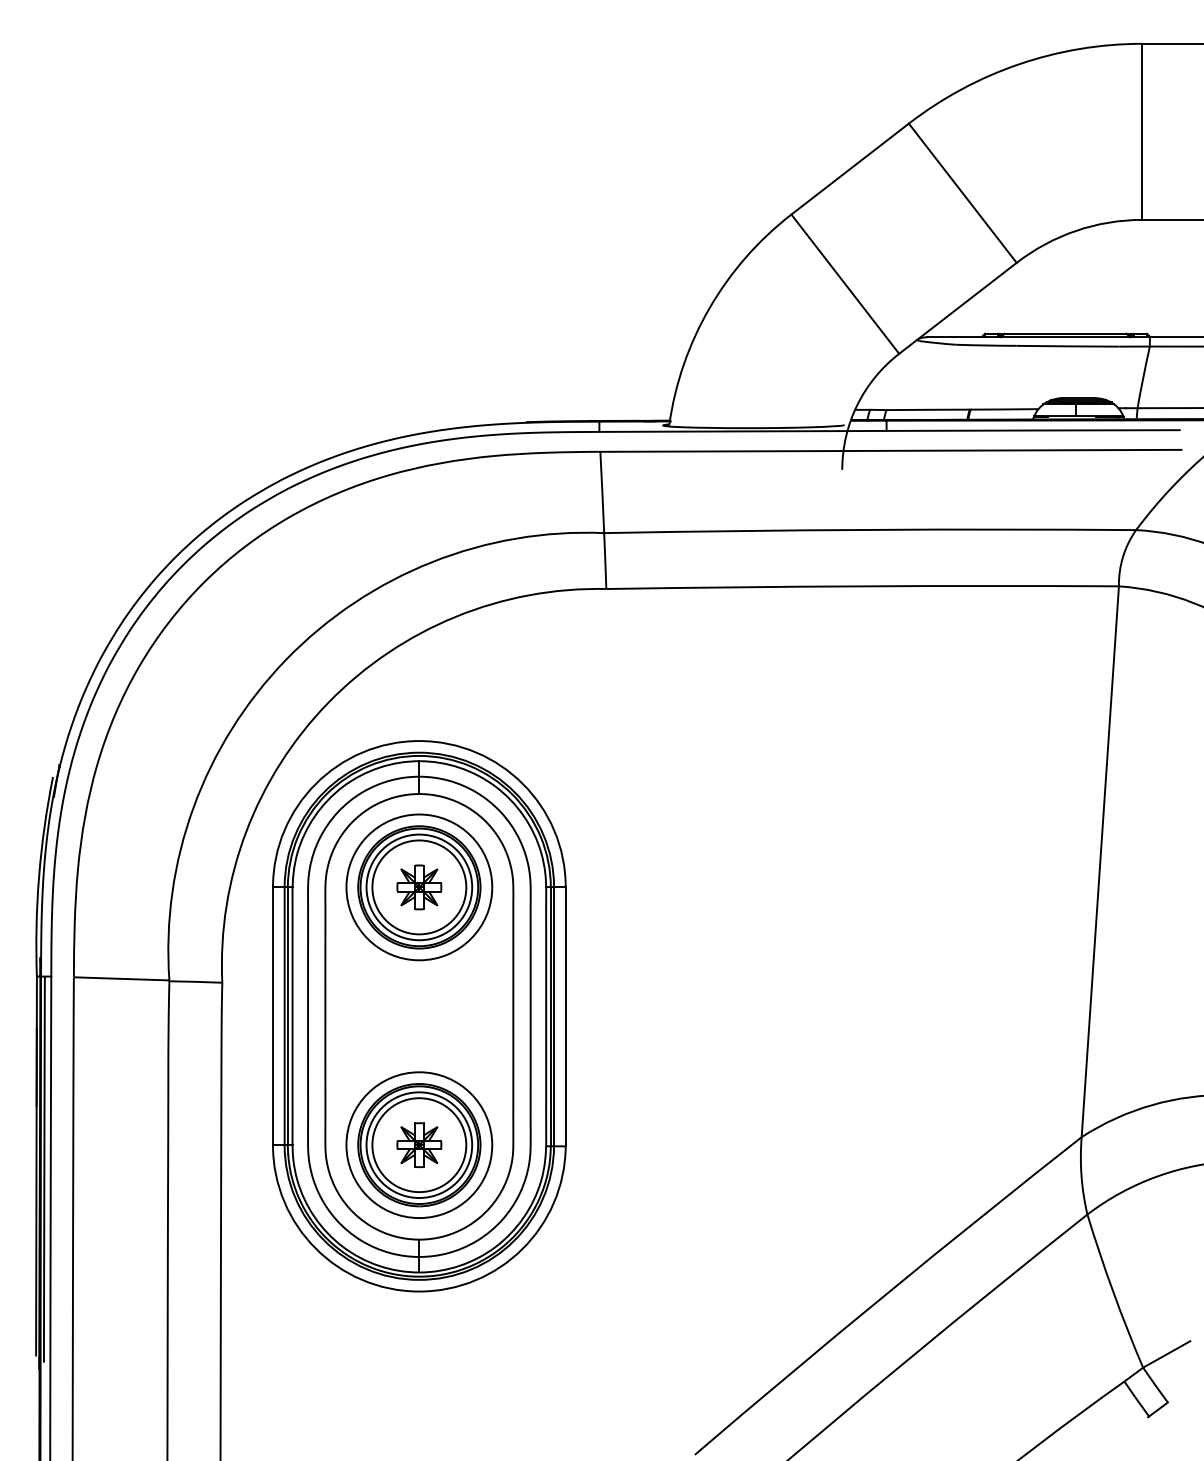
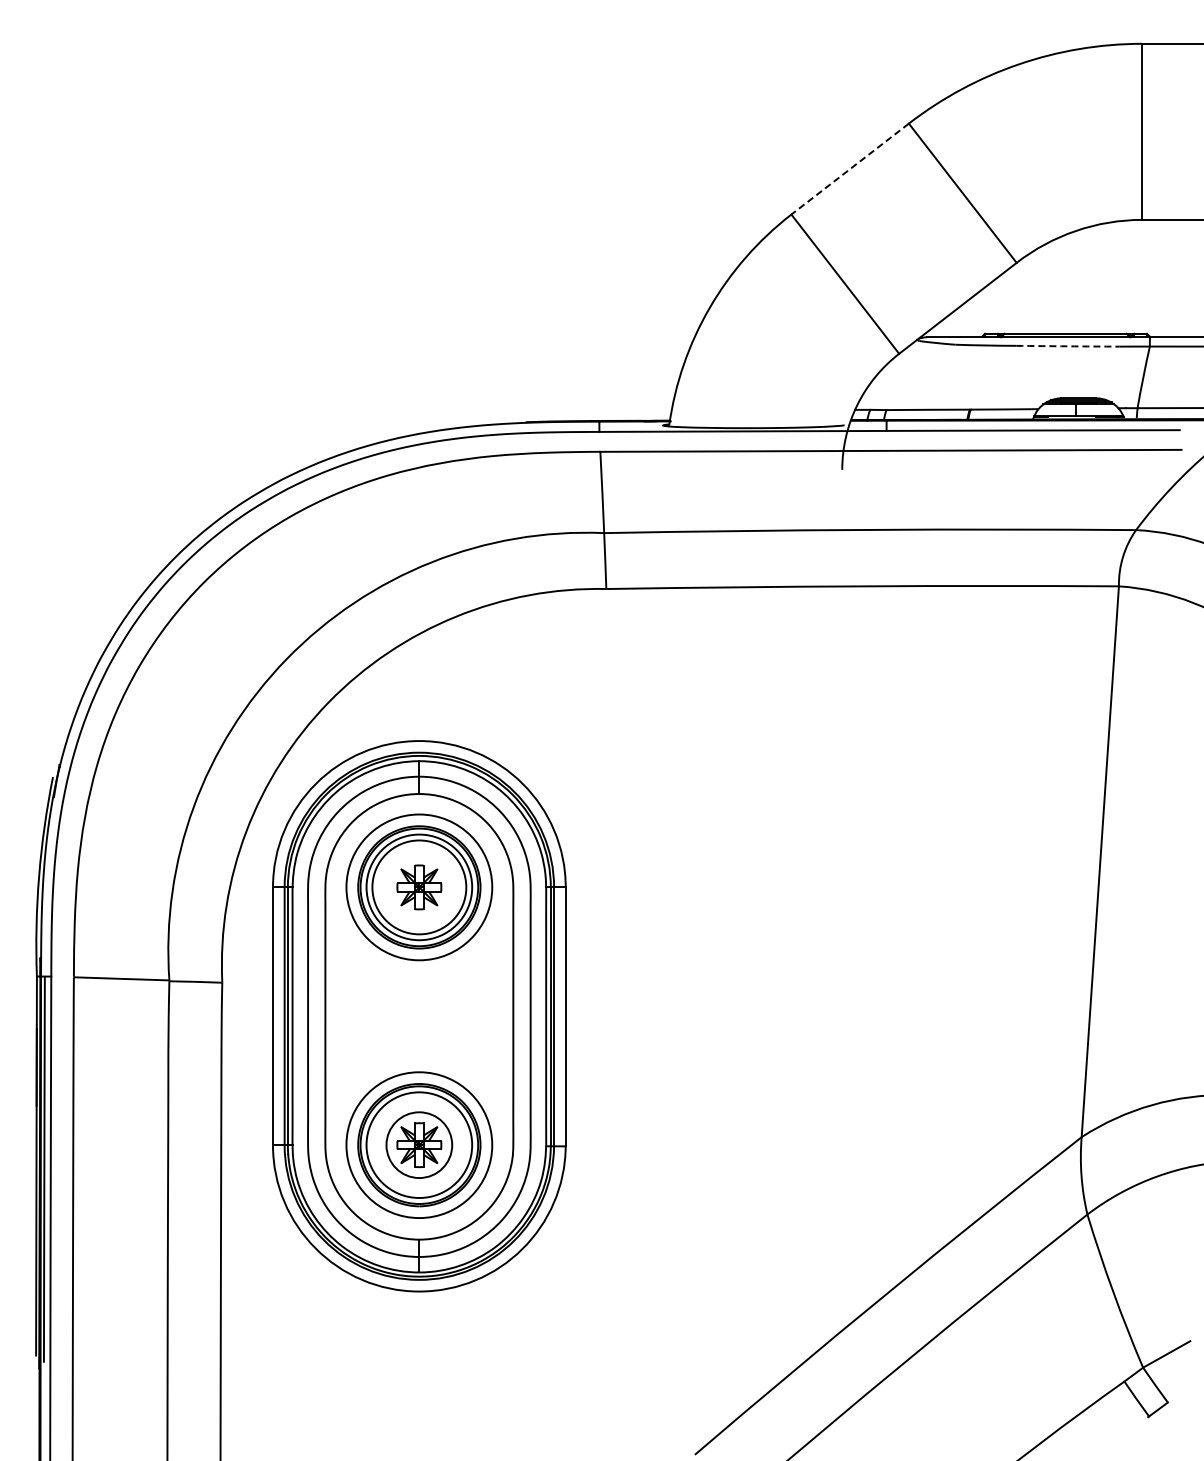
line at (849, 169): solid -> dashed
arc at (1067, 346): solid -> dashed
circle at (419, 1145) diameter: 94 px -> 66 px
